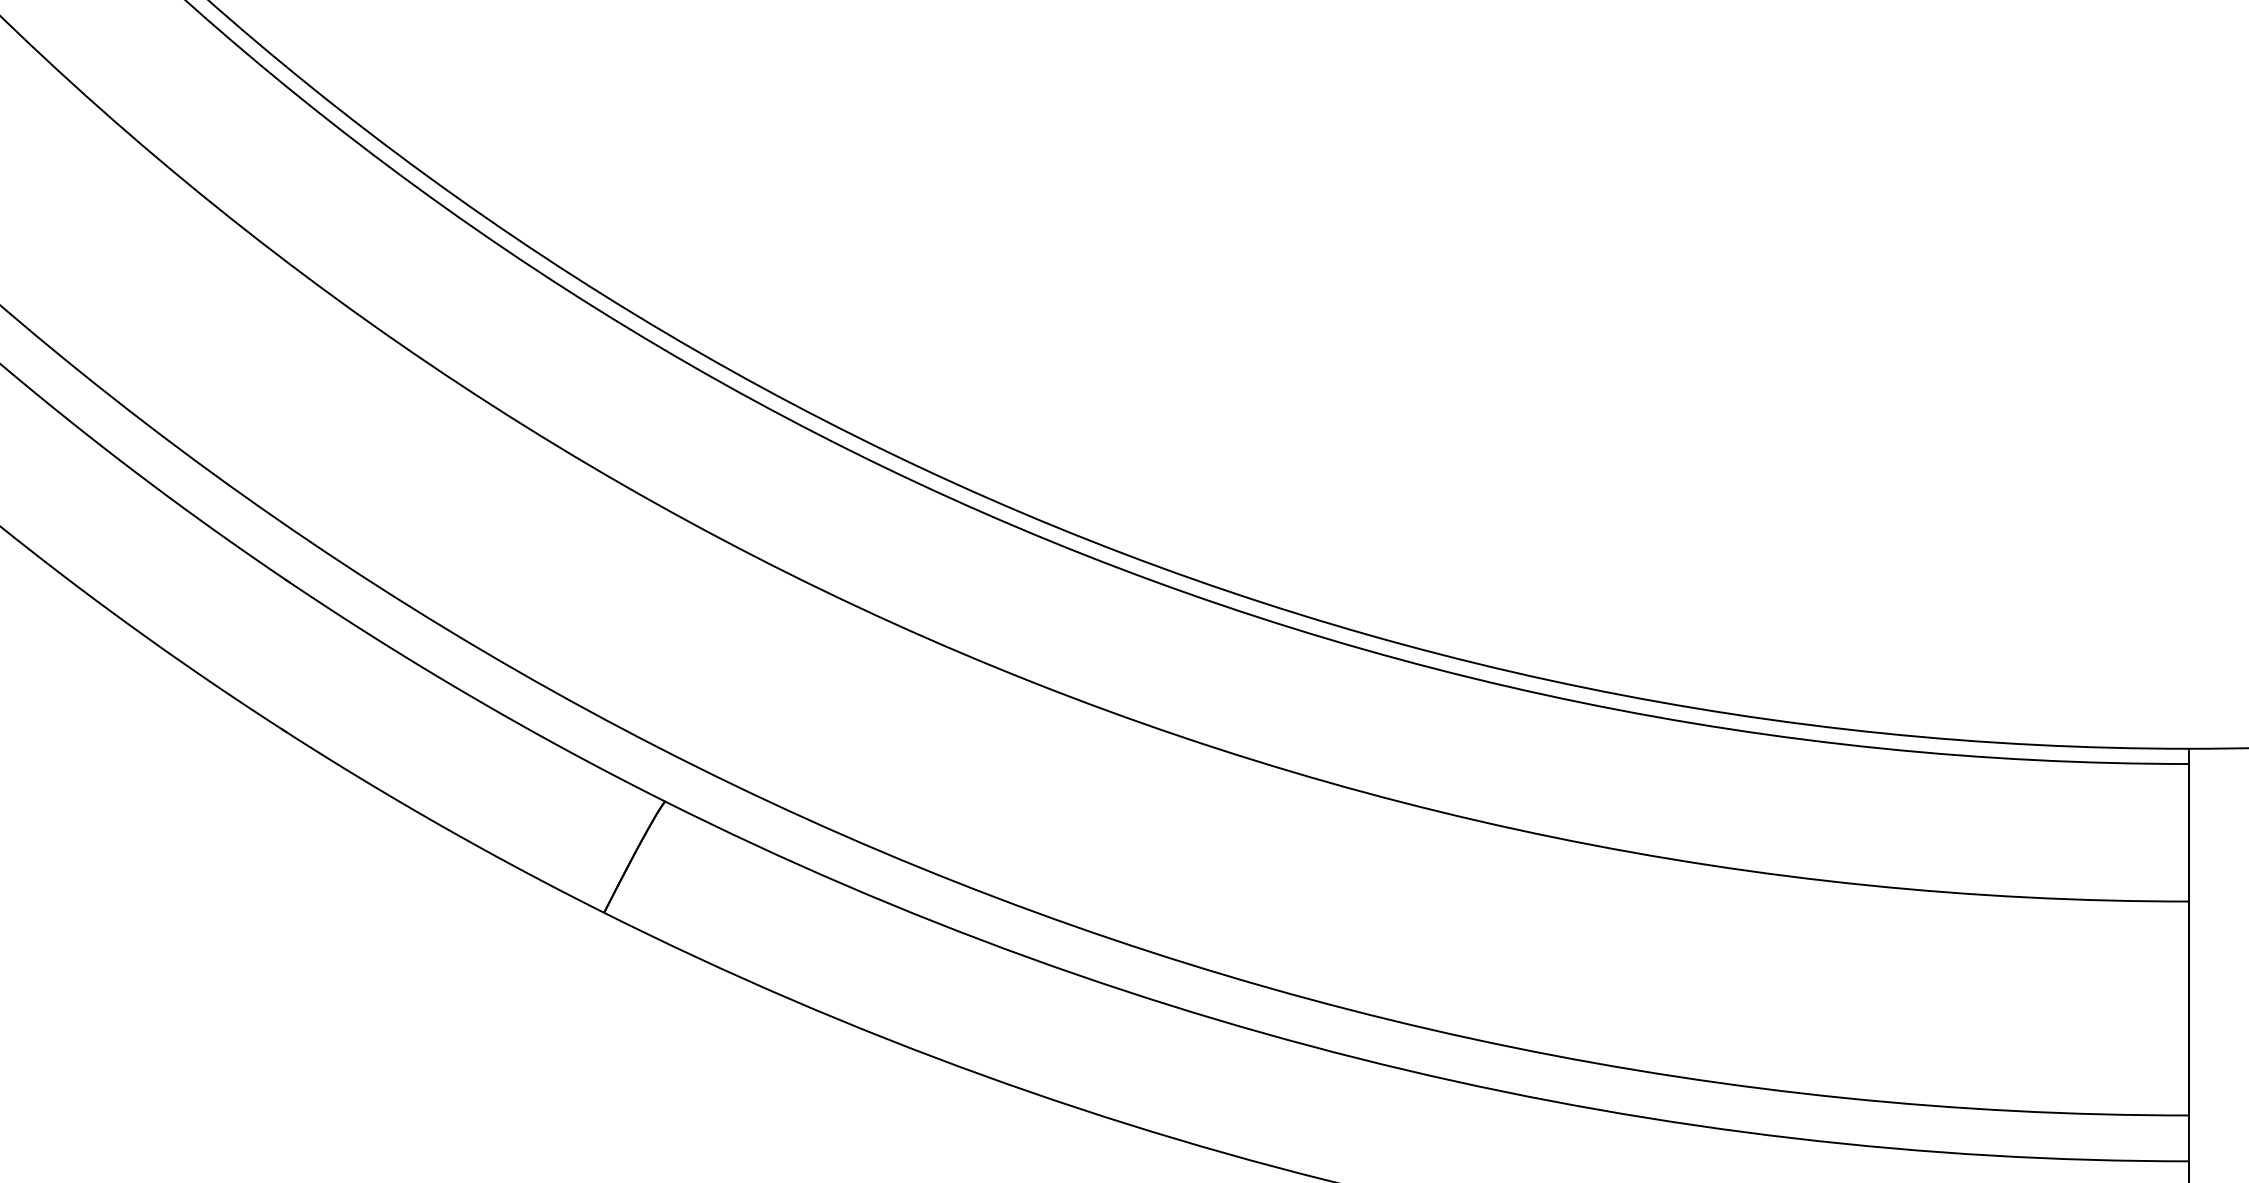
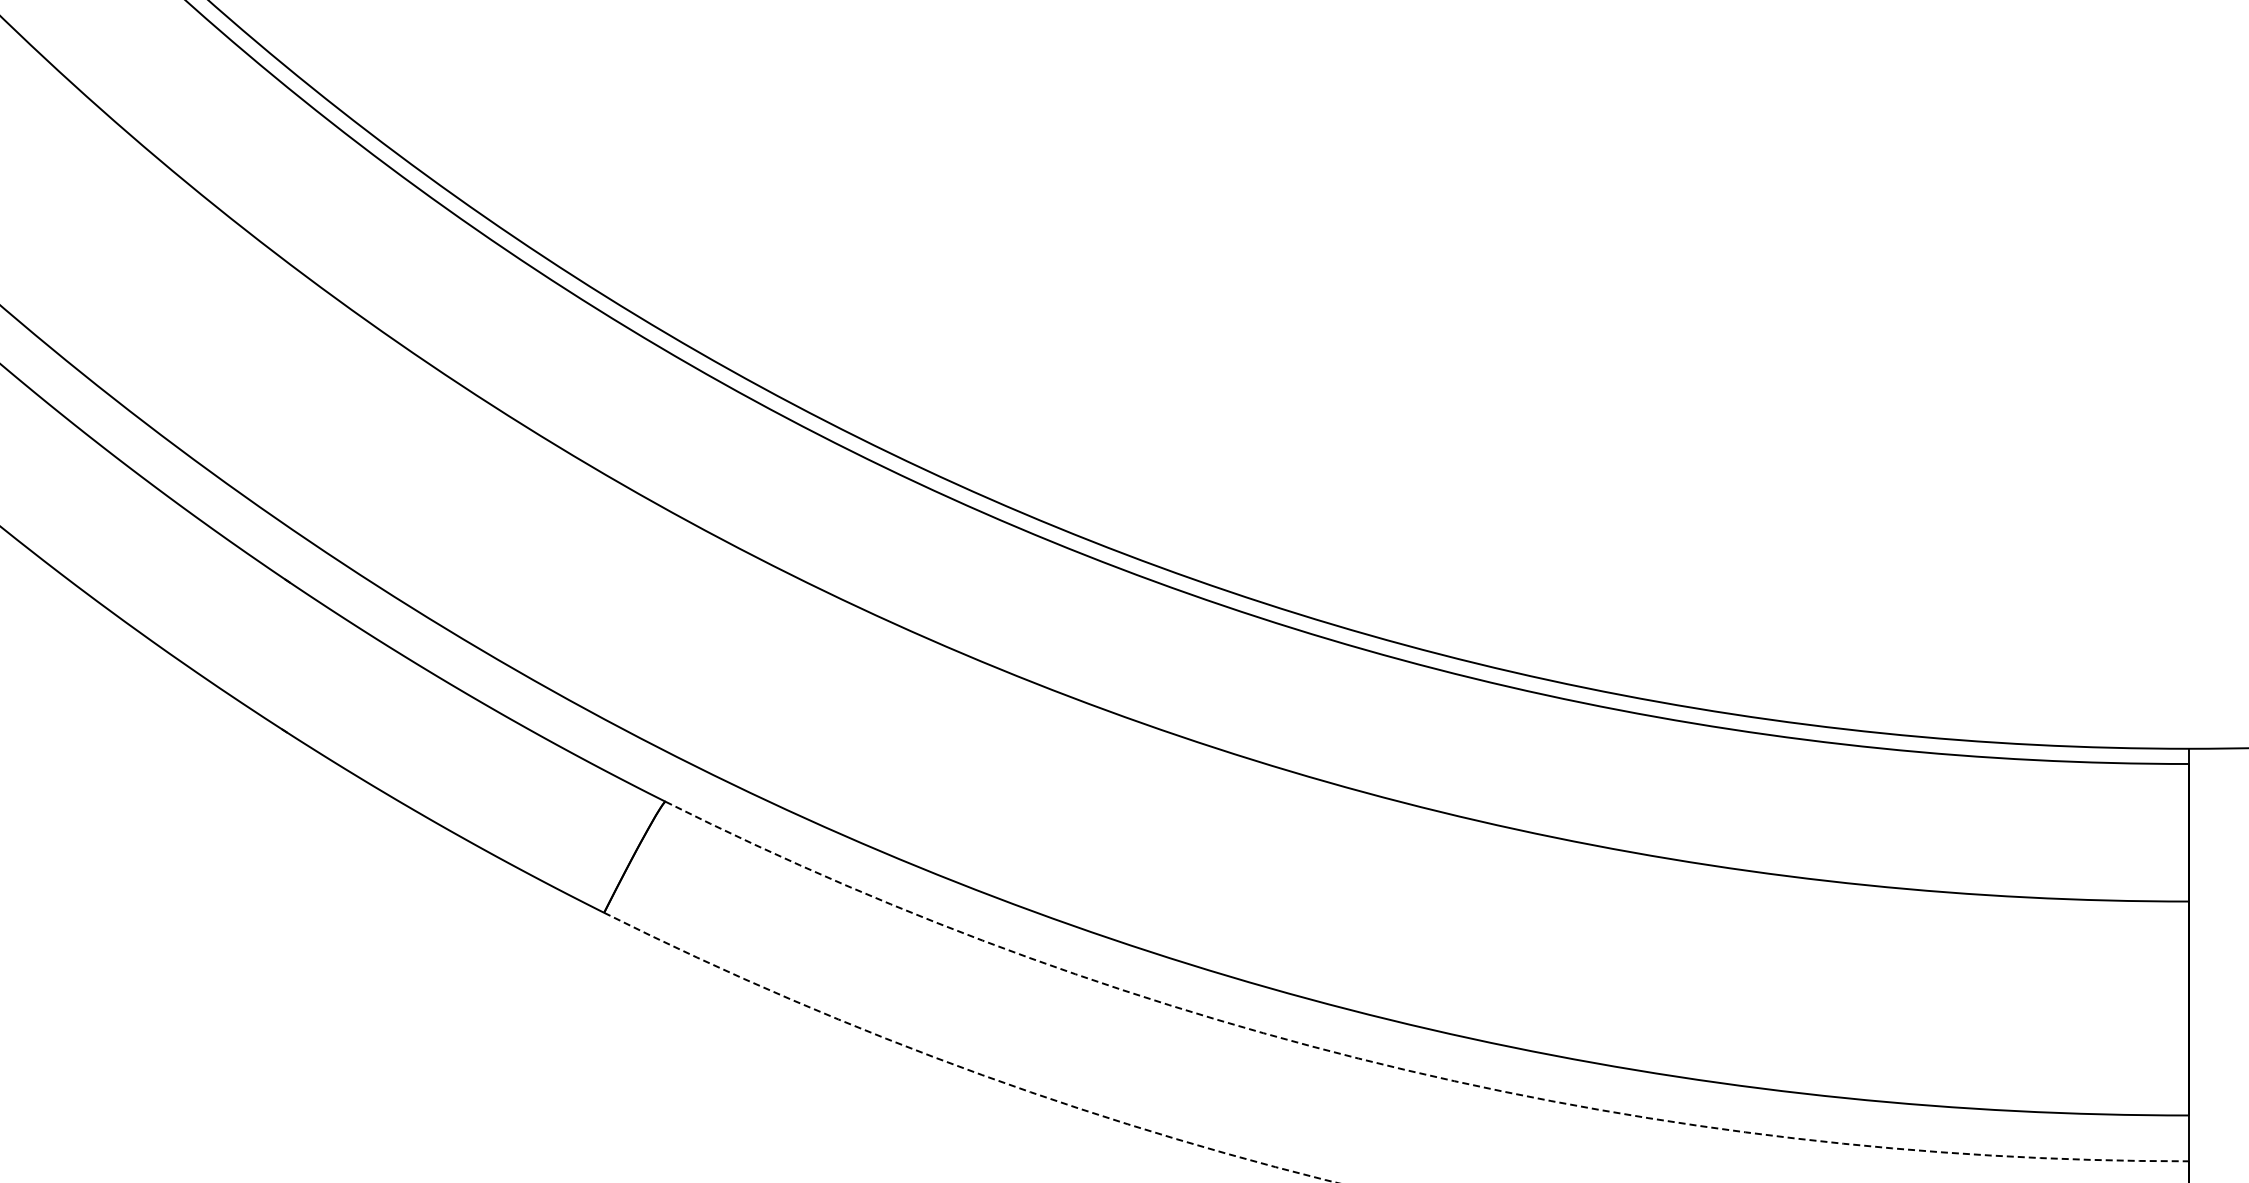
arc at (964, 1068): solid -> dashed
arc at (1406, 1070): solid -> dashed
